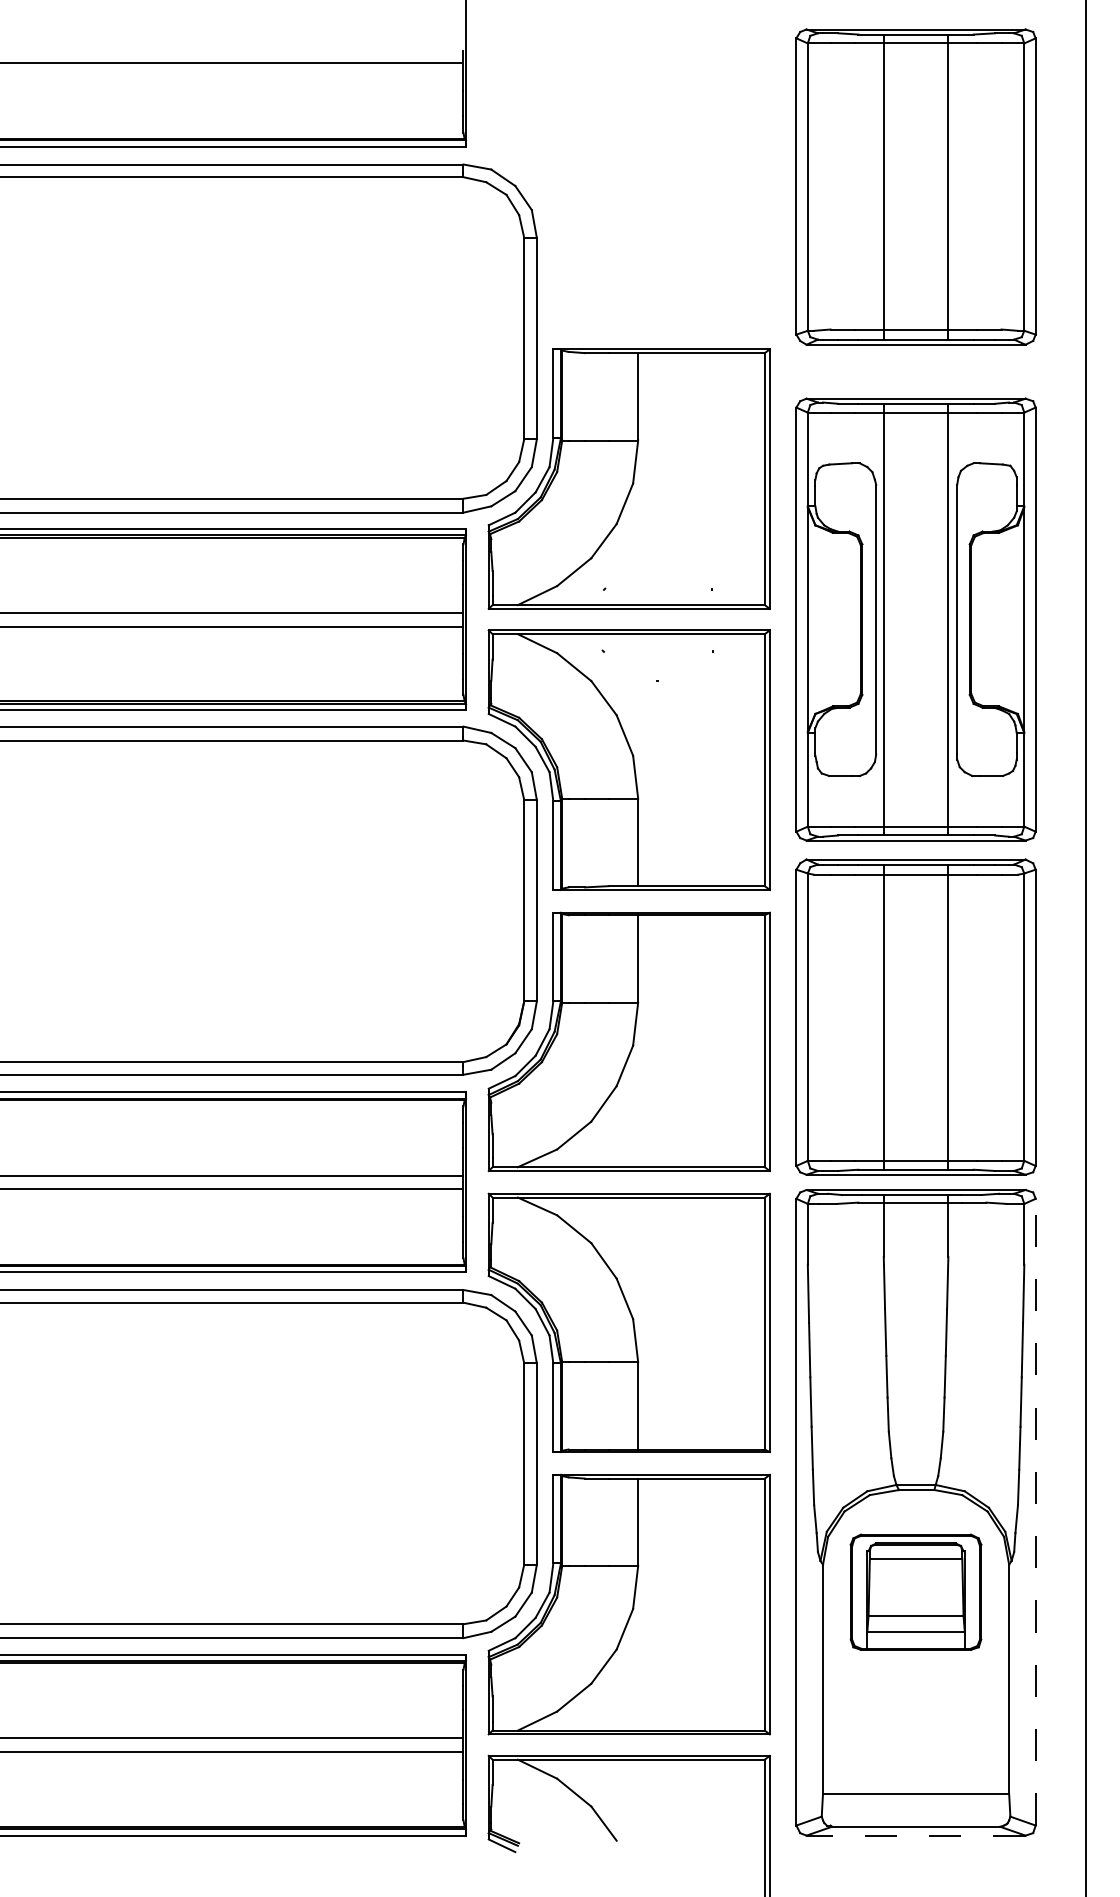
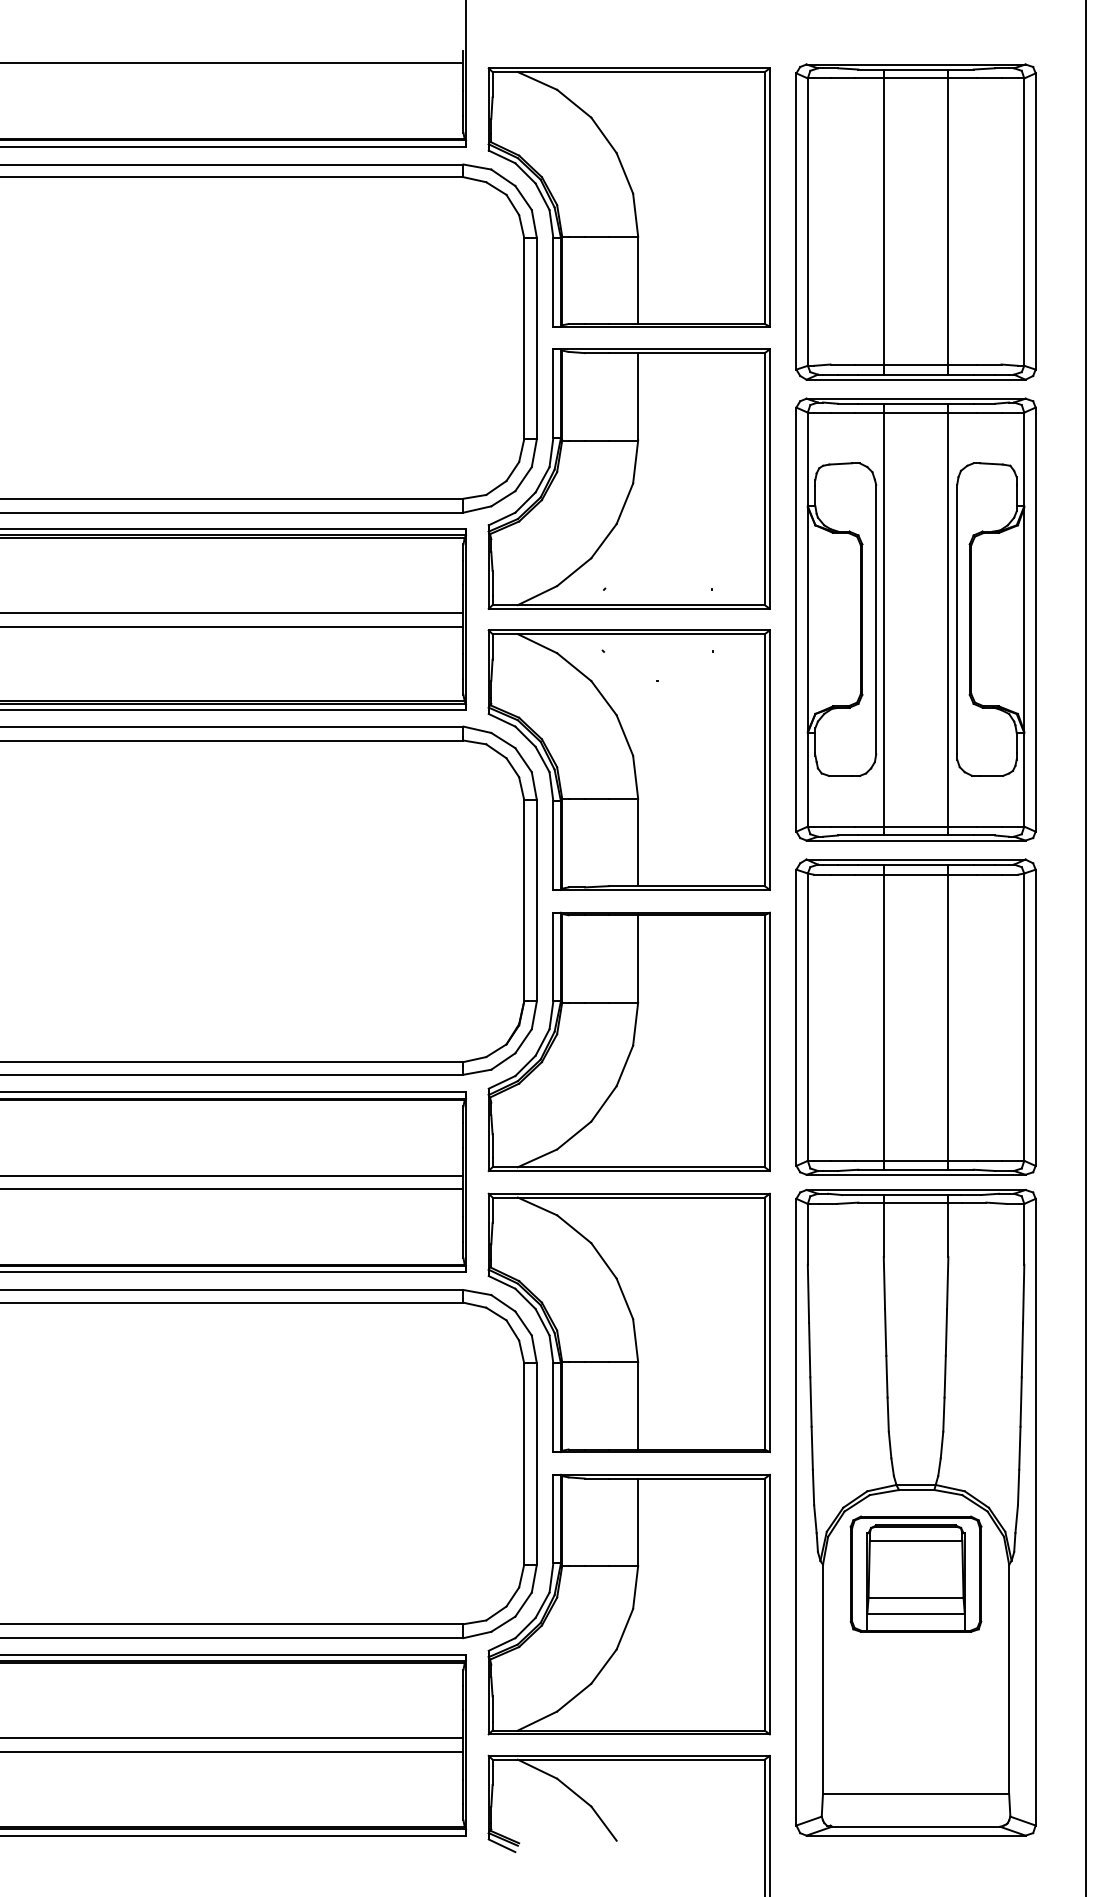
part at (915, 186) position: (915, 186) -> (915, 221)
part at (628, 197): none -> present
line at (1035, 1511): dashed -> solid
part at (915, 1591) position: (915, 1591) -> (915, 1573)
line at (916, 1835): dashed -> solid
